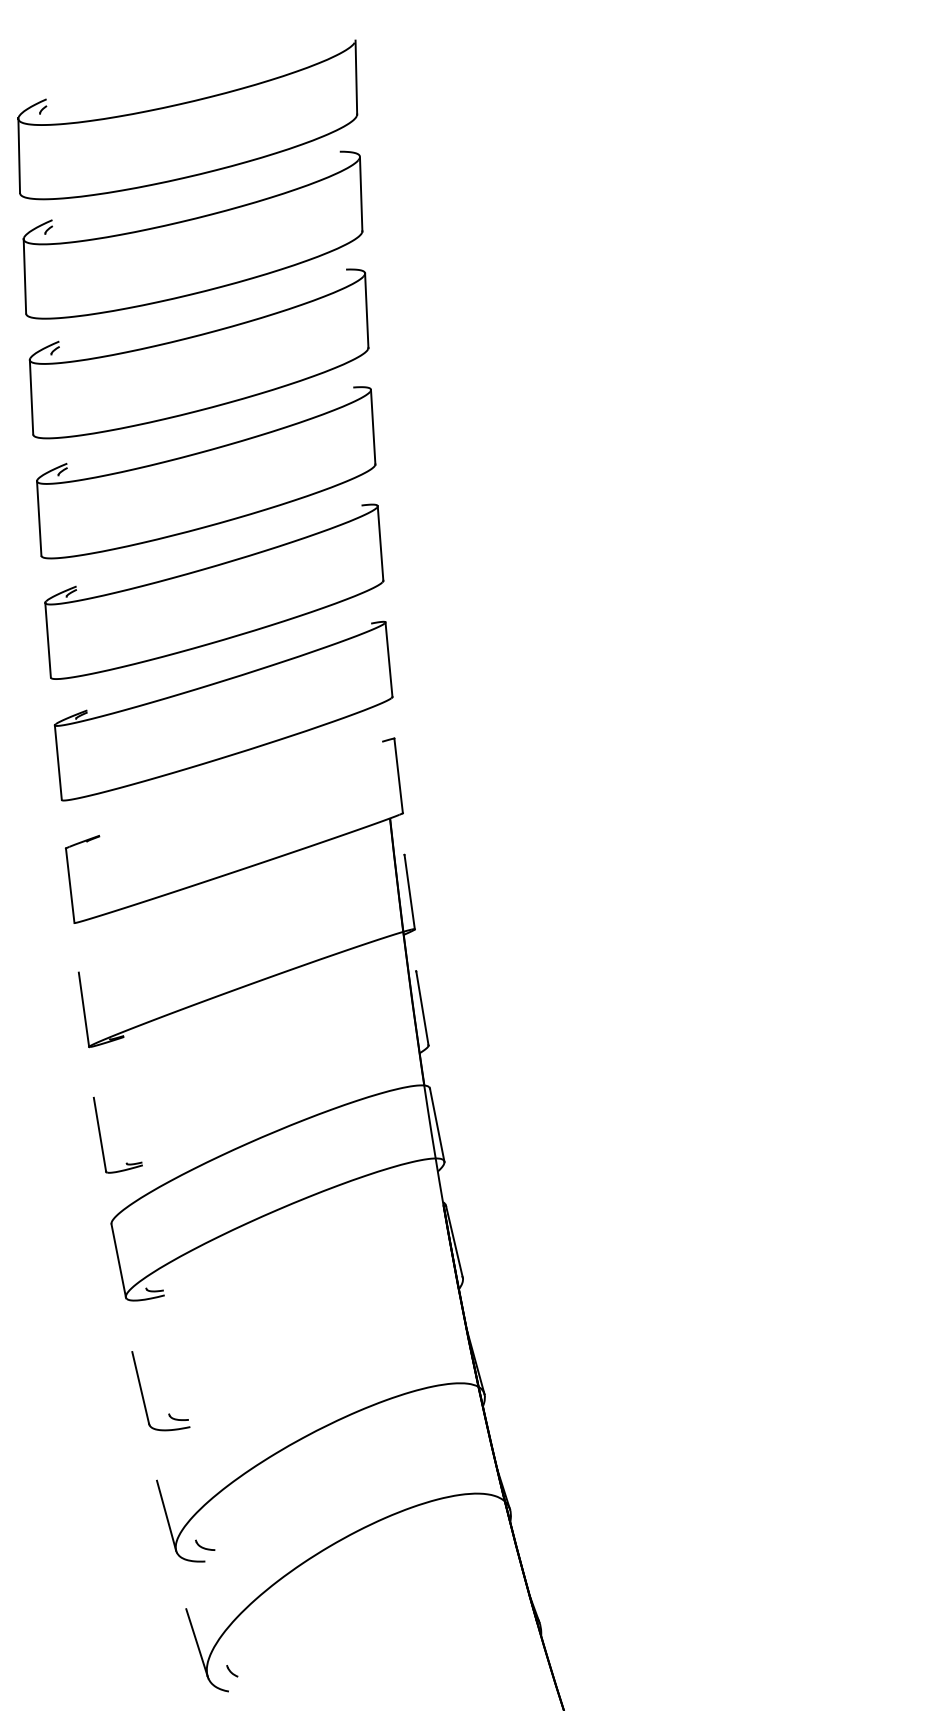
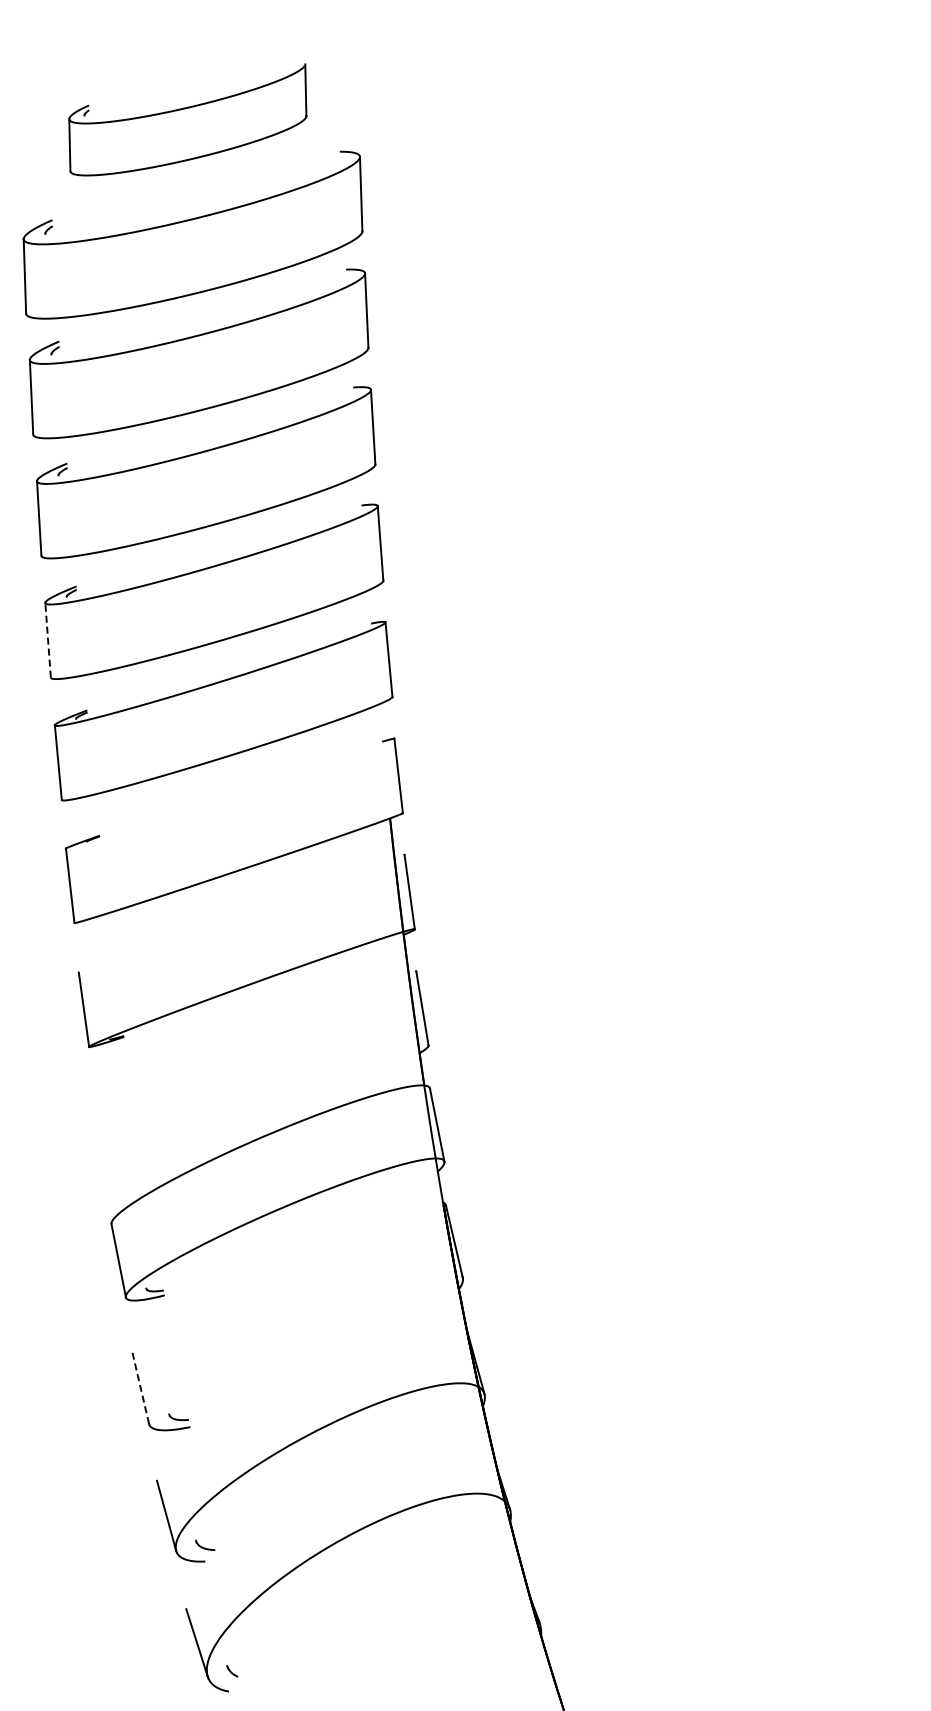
part at (187, 119) size: 342x162 px -> 240x114 px
line at (48, 639): solid -> dashed
part at (101, 1136): present -> none
line at (140, 1387): solid -> dashed
